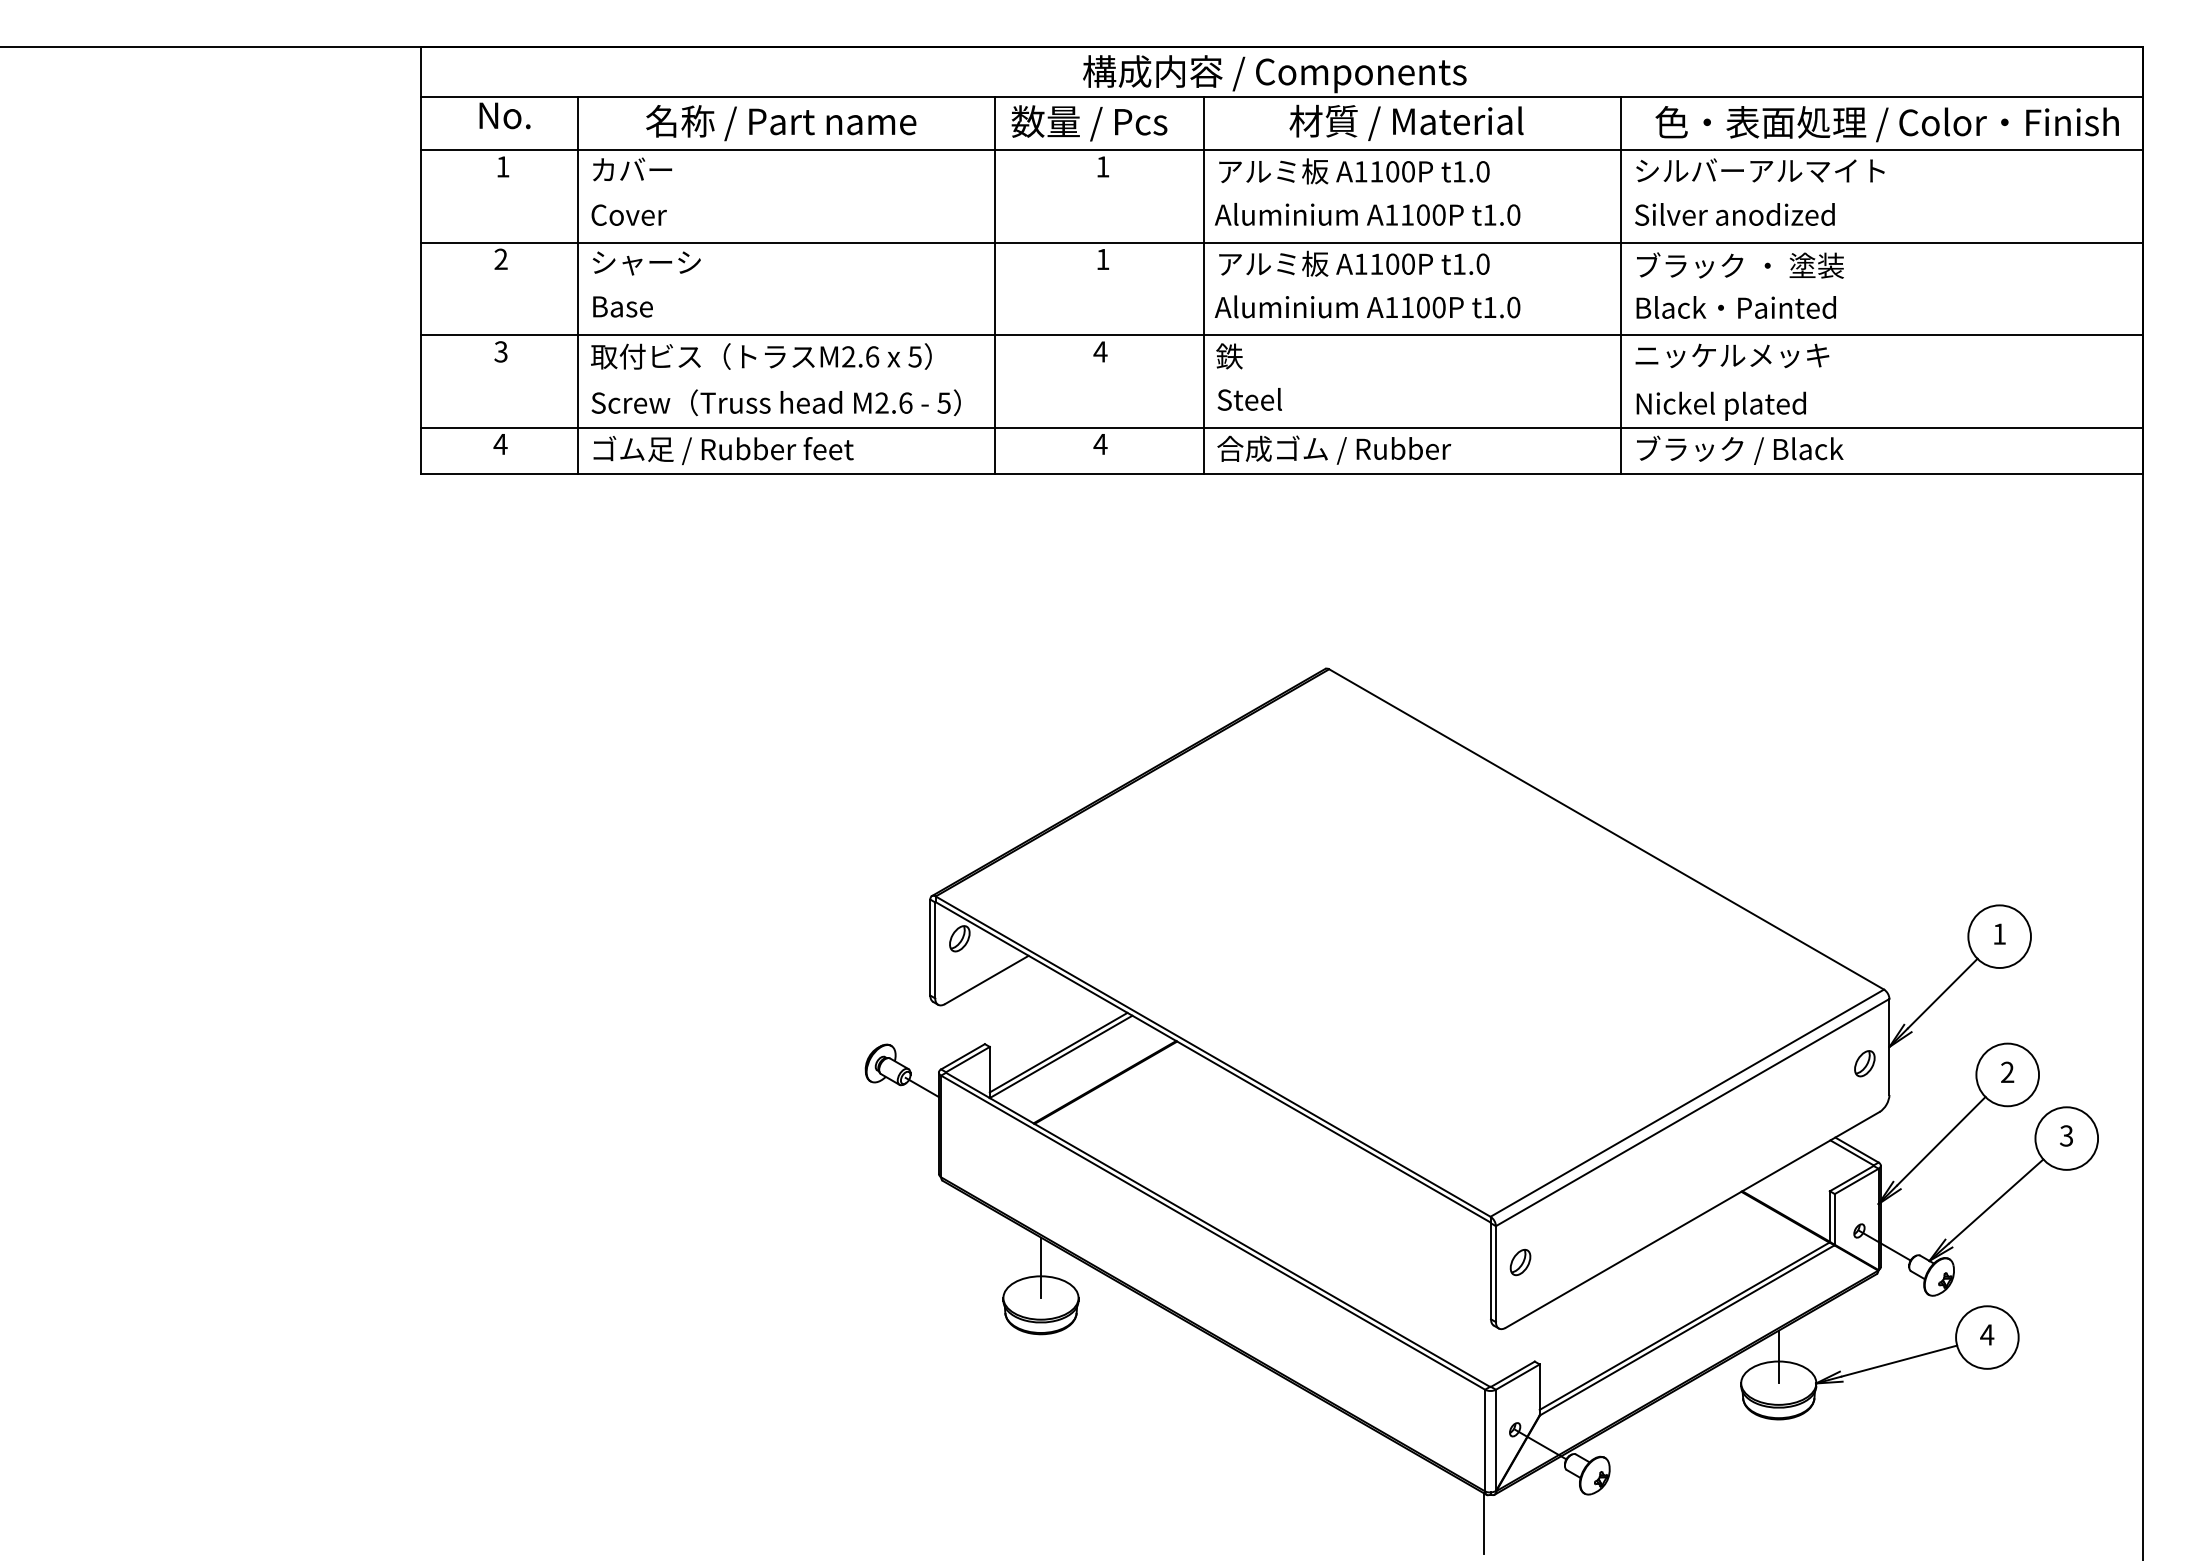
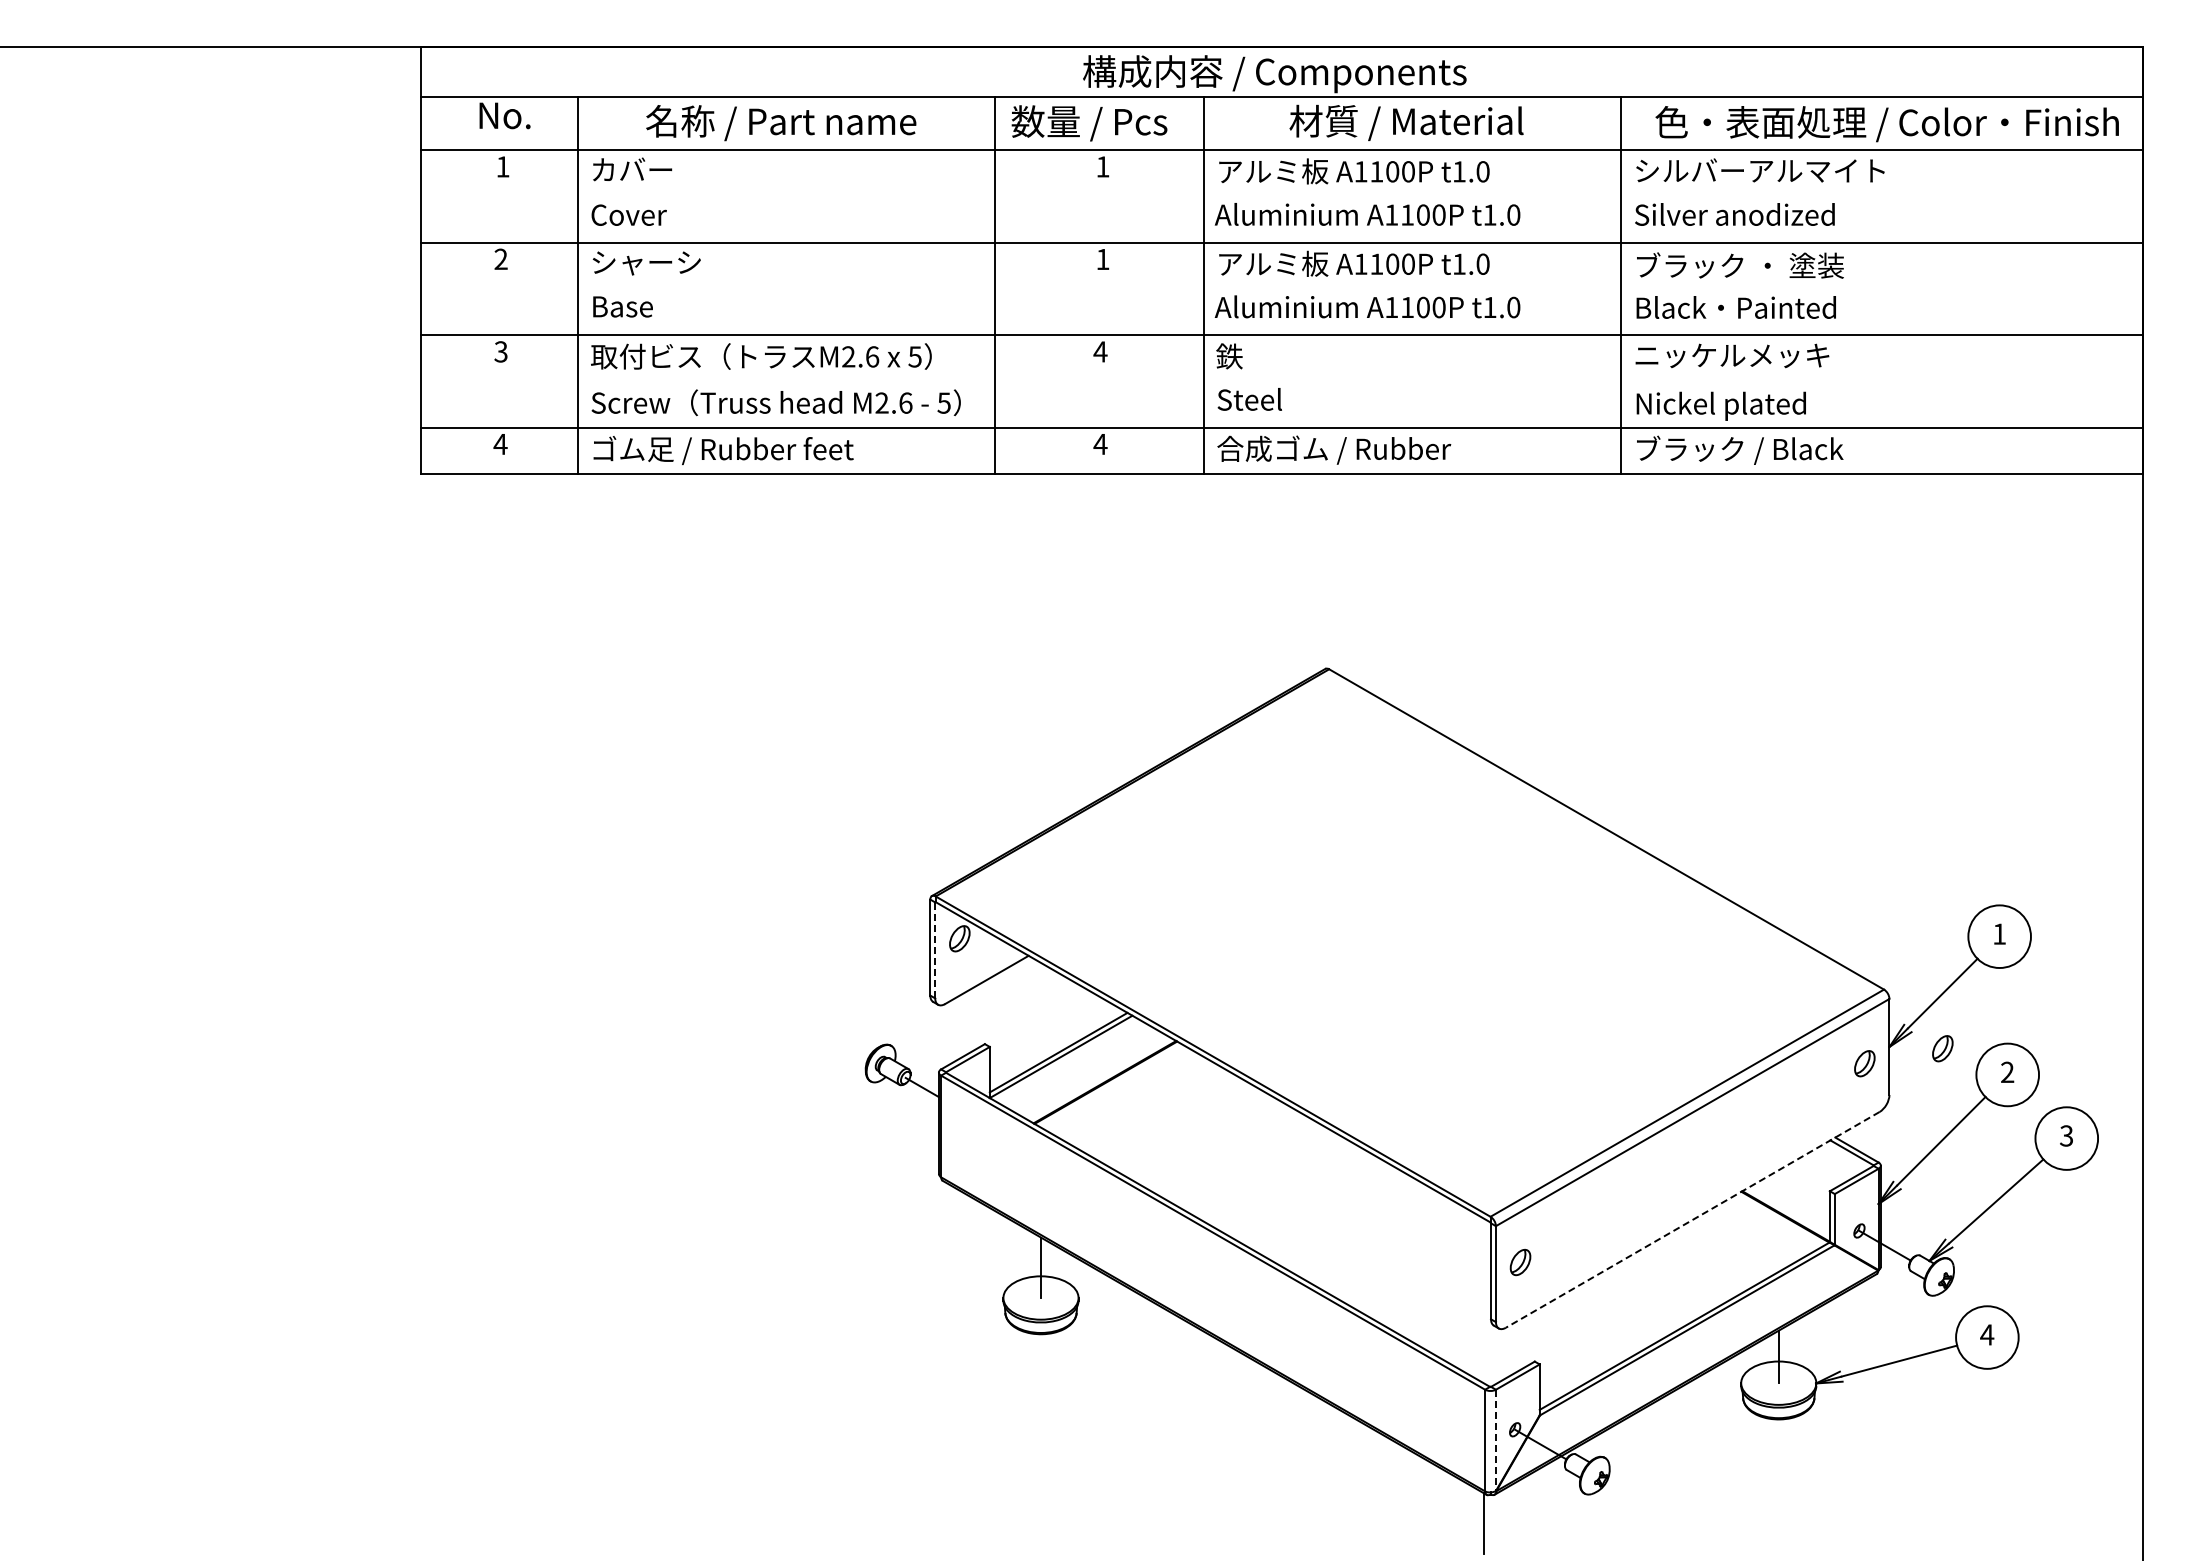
line at (935, 950): solid -> dashed
part at (1942, 1048): none -> present
line at (1692, 1219): solid -> dashed
line at (1495, 1440): solid -> dashed
